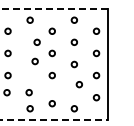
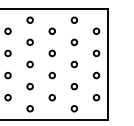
line at (53, 9): dashed -> solid
circle at (36, 41) position: (36, 41) -> (29, 41)
circle at (34, 61) position: (34, 61) -> (29, 64)
circle at (78, 84) position: (78, 84) -> (73, 86)
circle at (6, 92) position: (6, 92) -> (7, 97)
circle at (28, 92) position: (28, 92) -> (29, 86)
circle at (51, 103) position: (51, 103) -> (51, 97)
line at (54, 119): dashed -> solid
